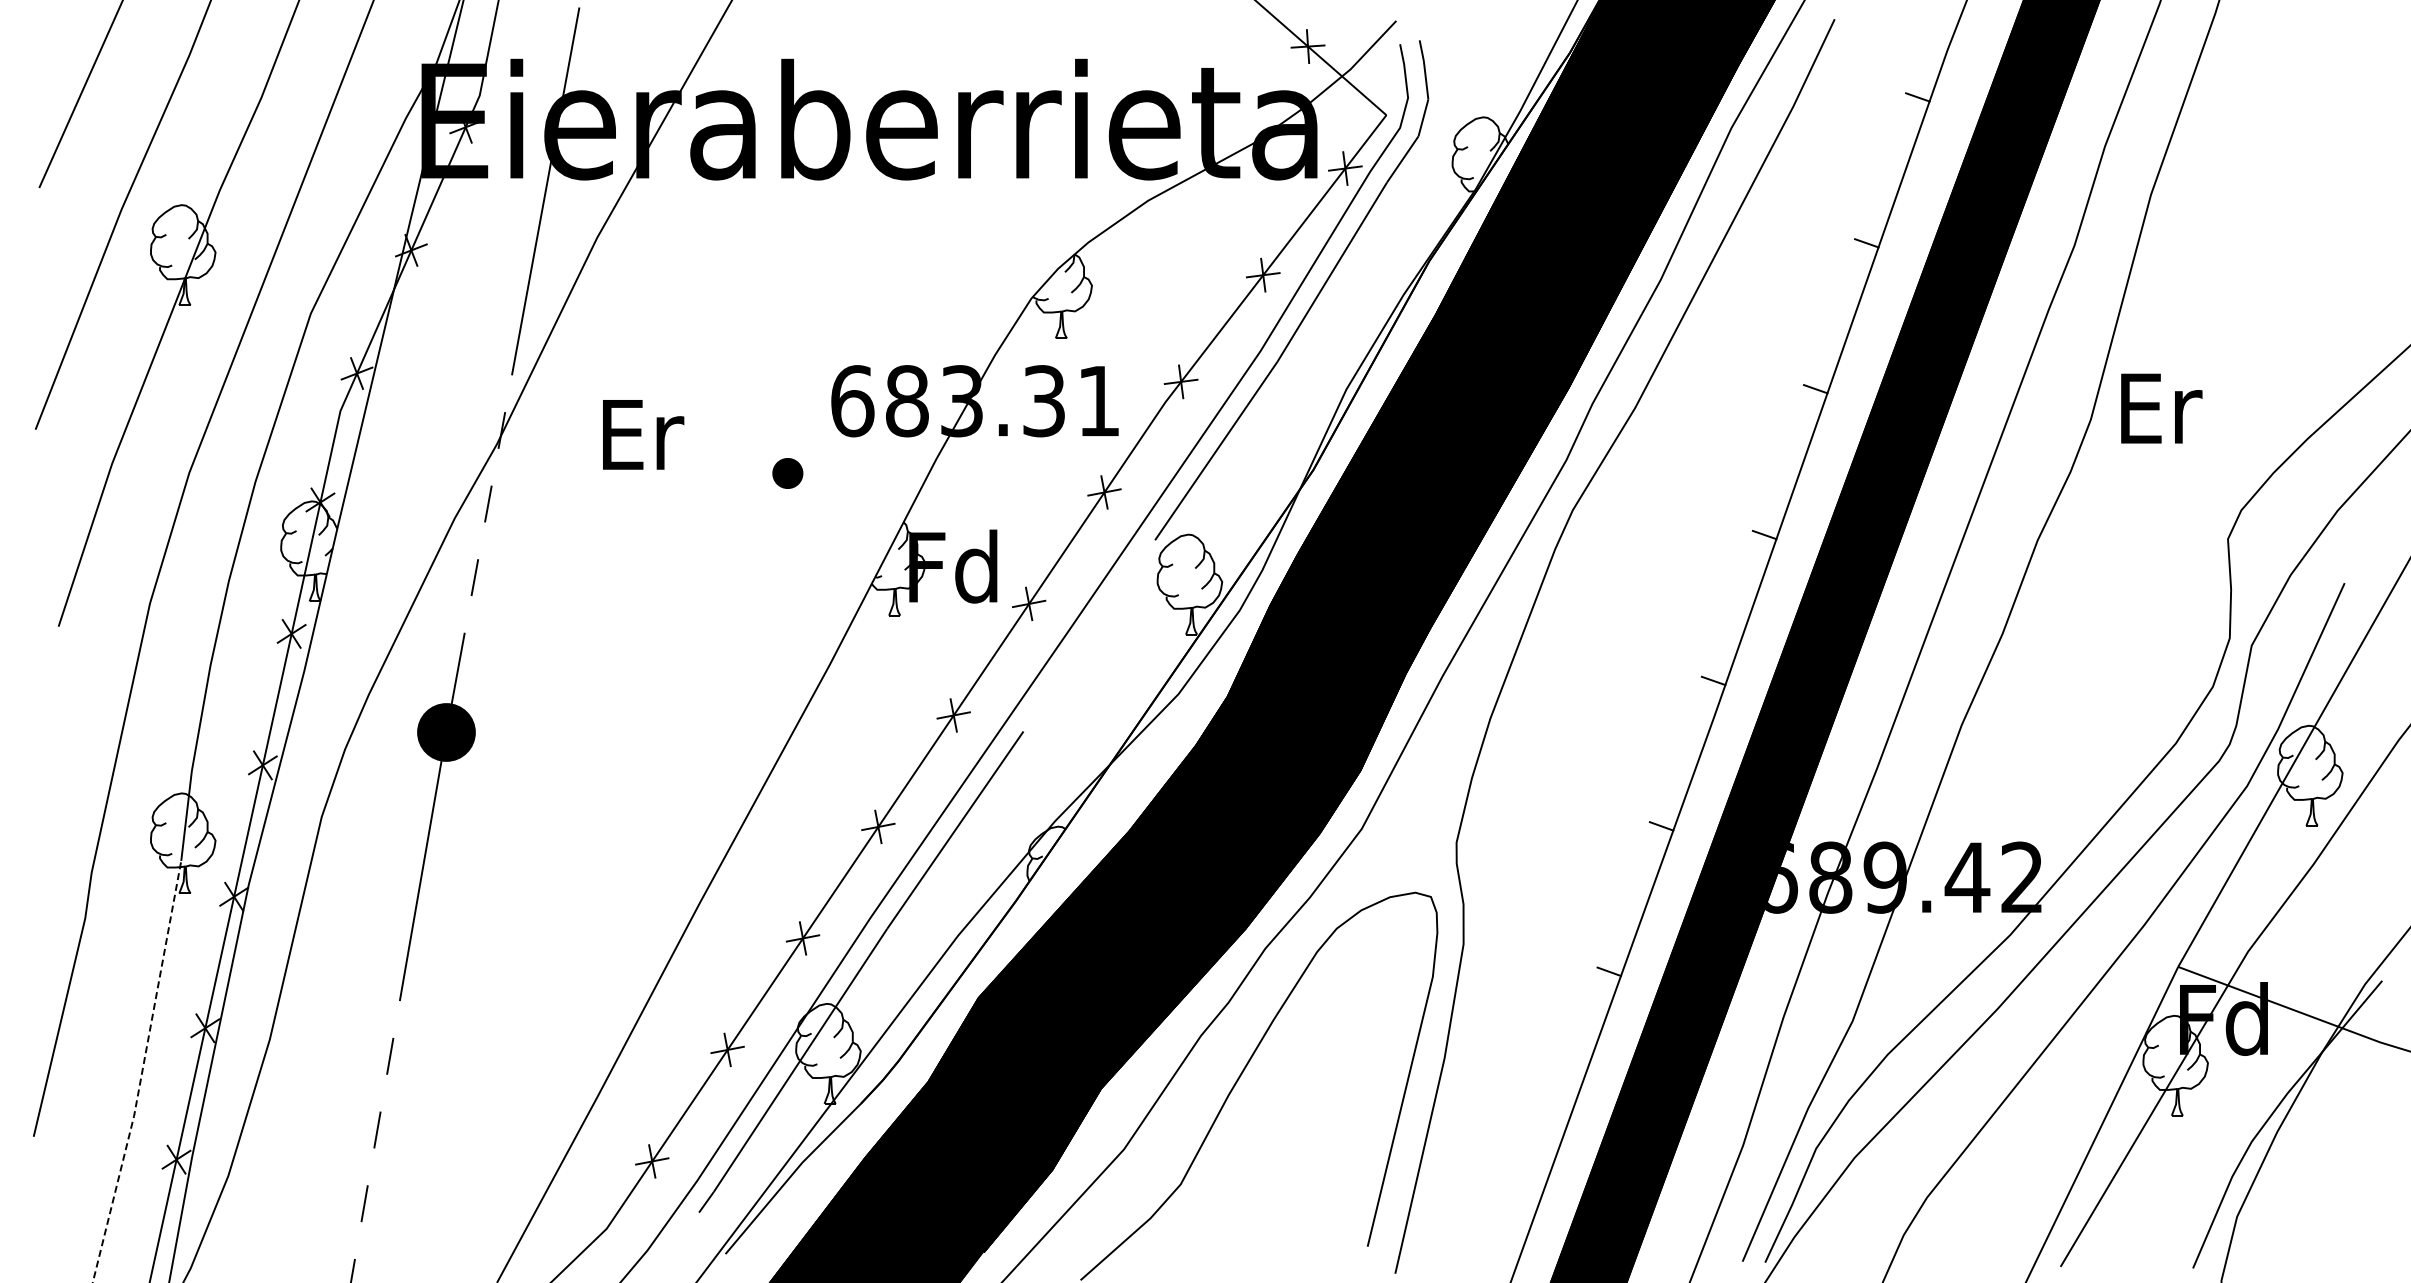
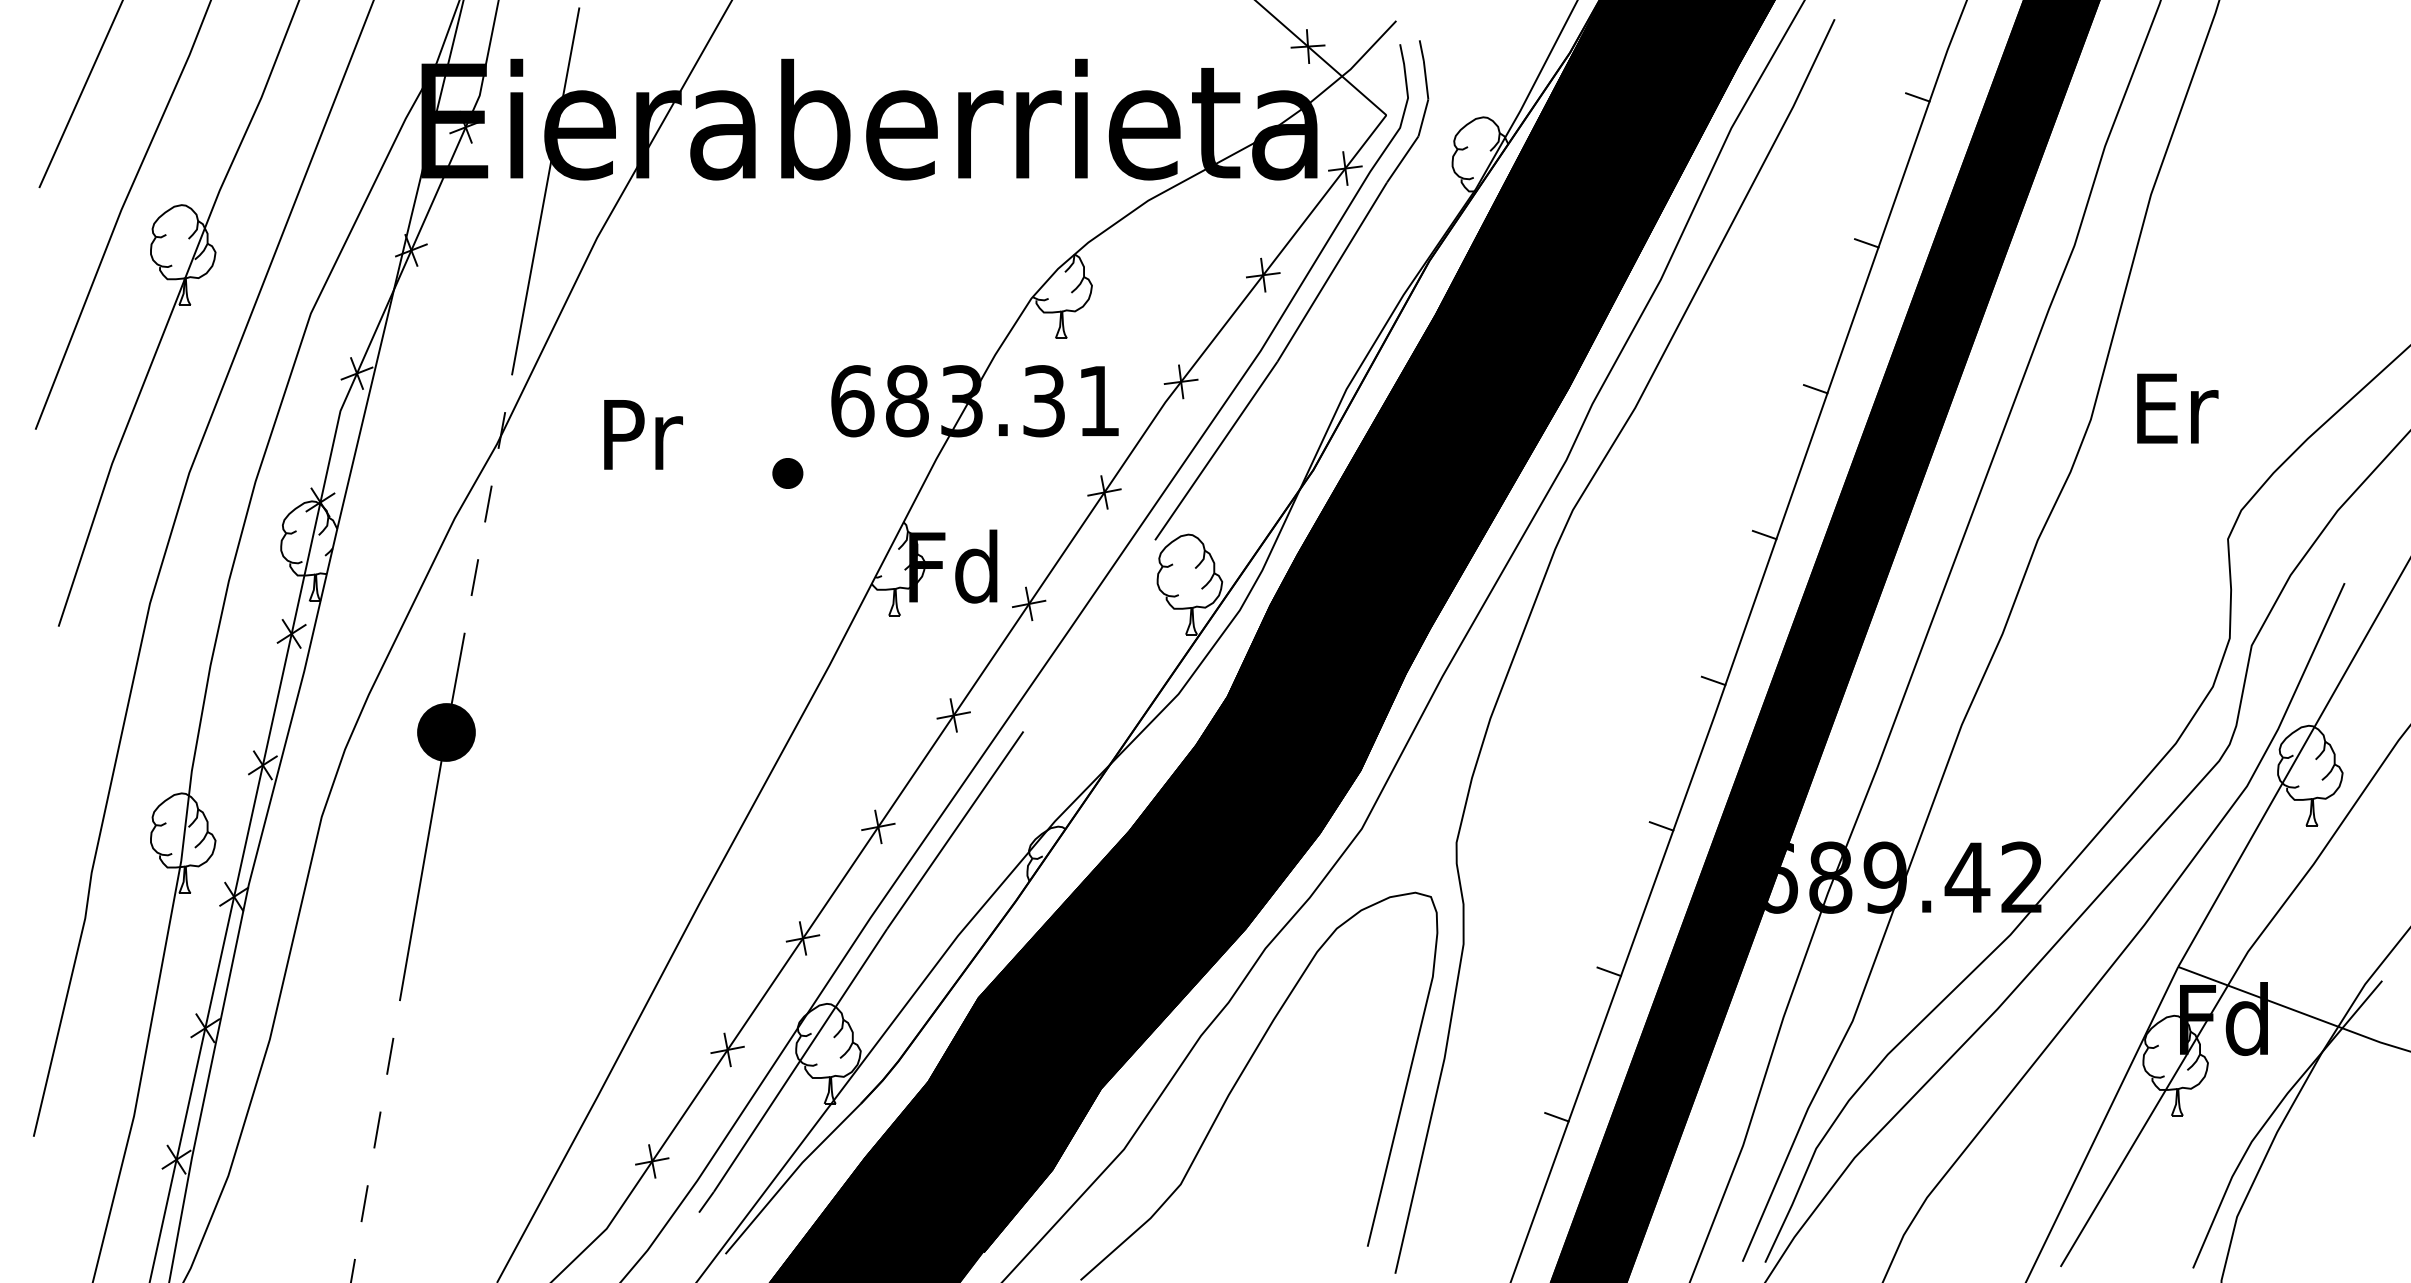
text at (2161, 408) position: (2161, 408) -> (2177, 408)
text at (643, 434): Er -> Pr
line at (142, 1072): dashed -> solid
line at (1556, 1116): none -> present
